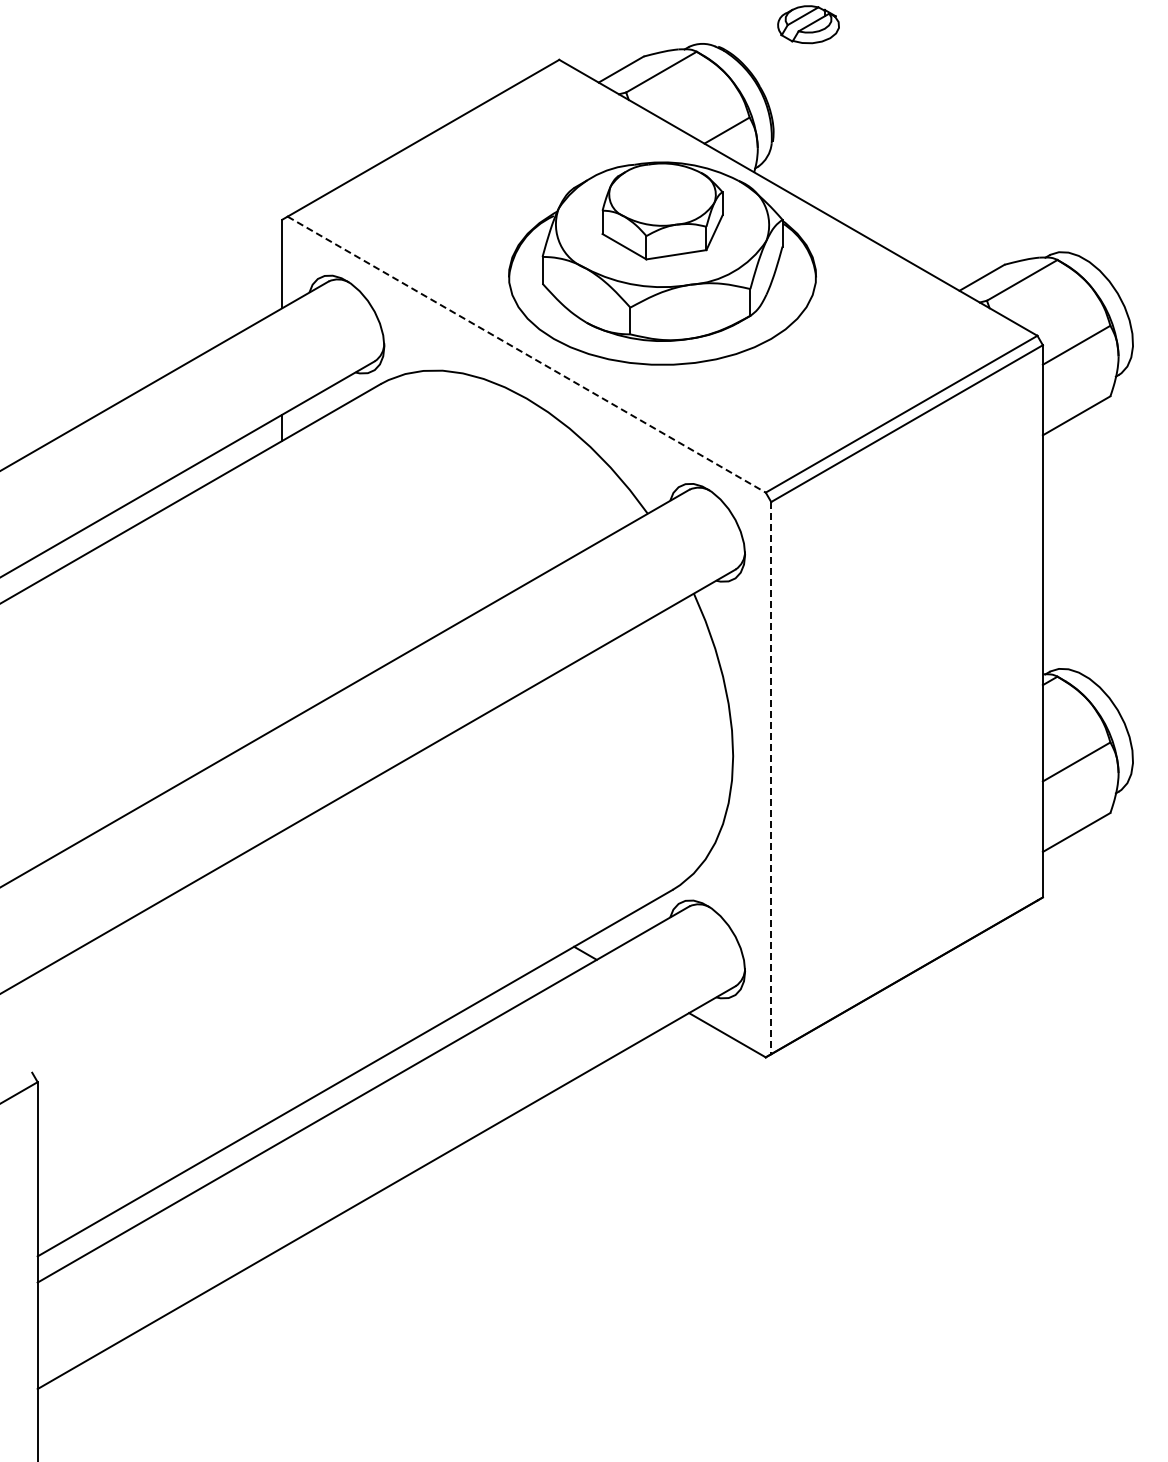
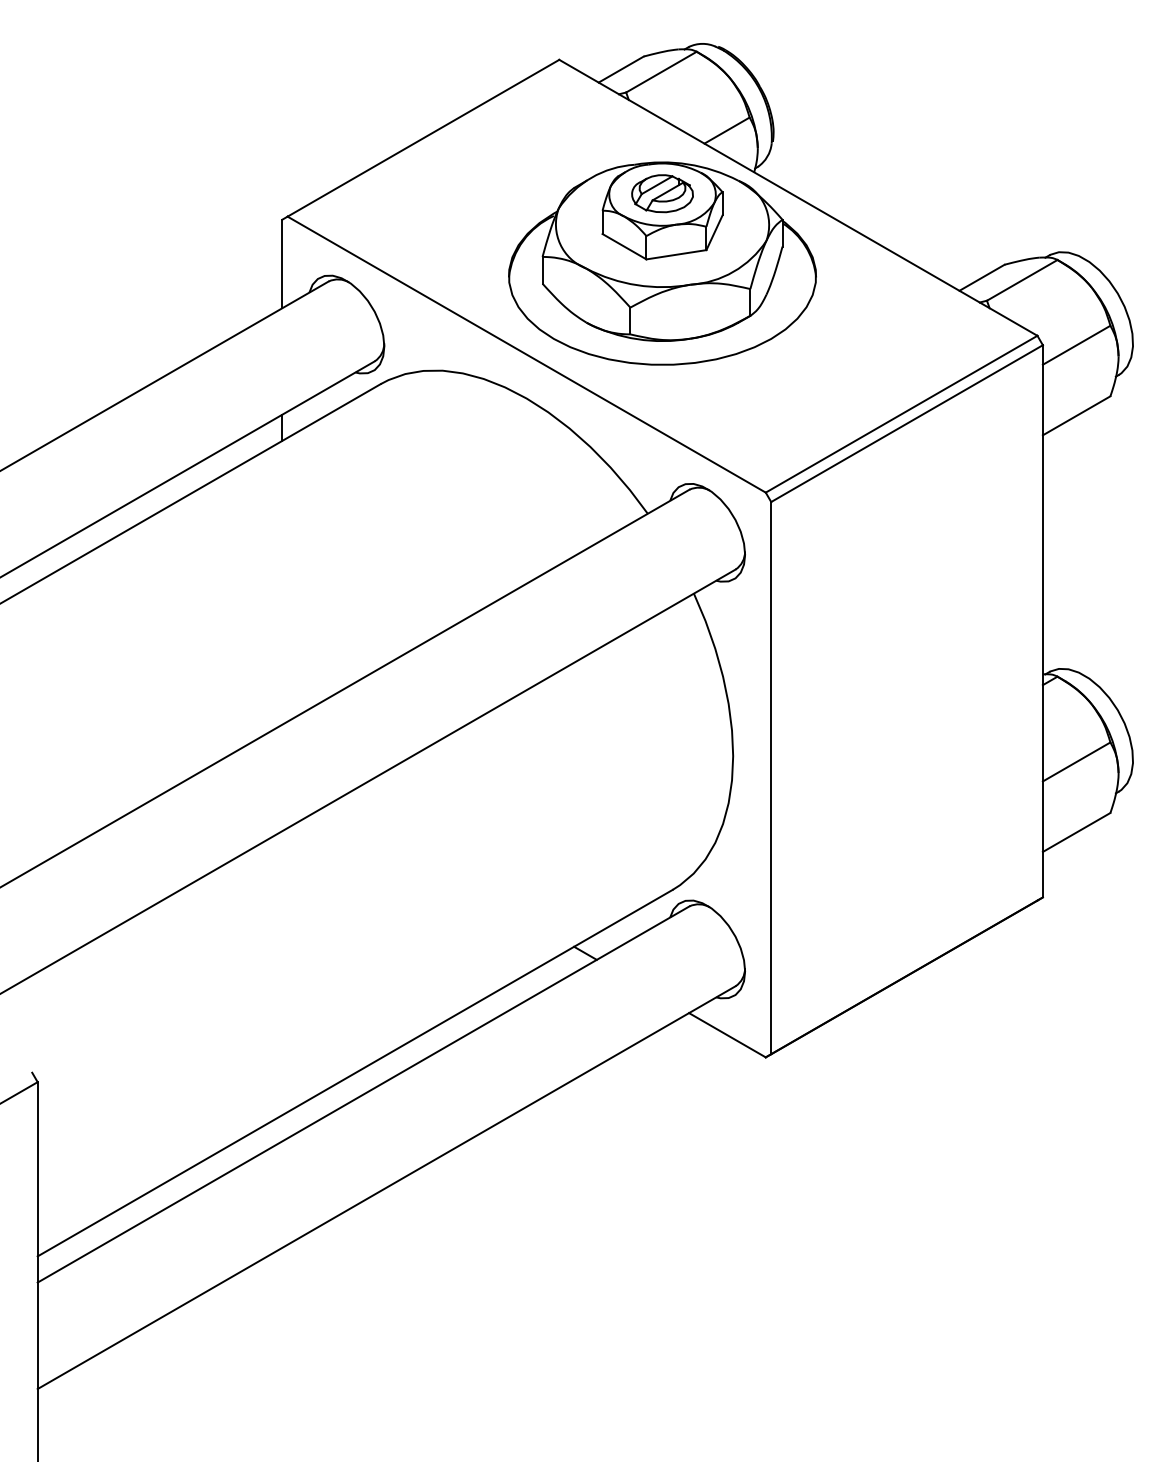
part at (808, 24) position: (808, 24) -> (662, 193)
line at (527, 354): dashed -> solid
line at (771, 778): dashed -> solid
